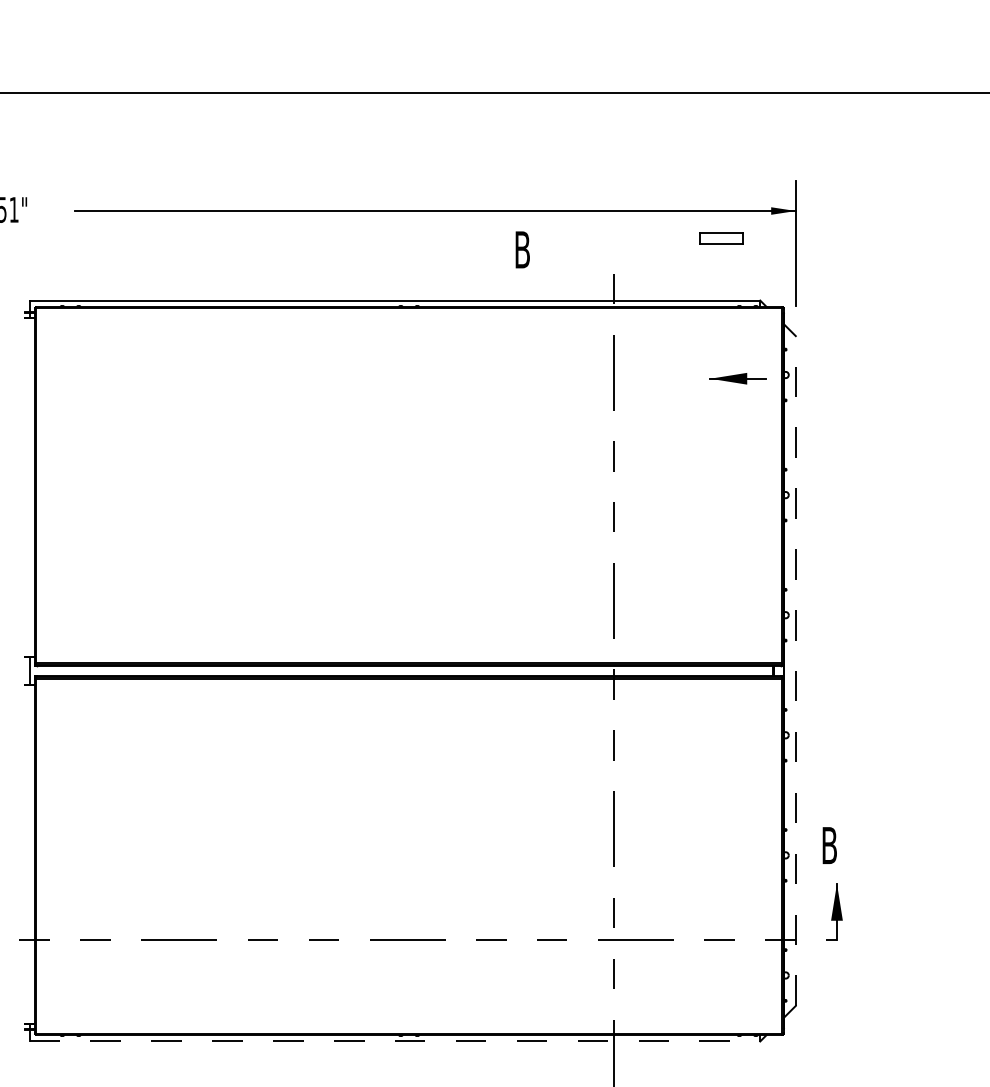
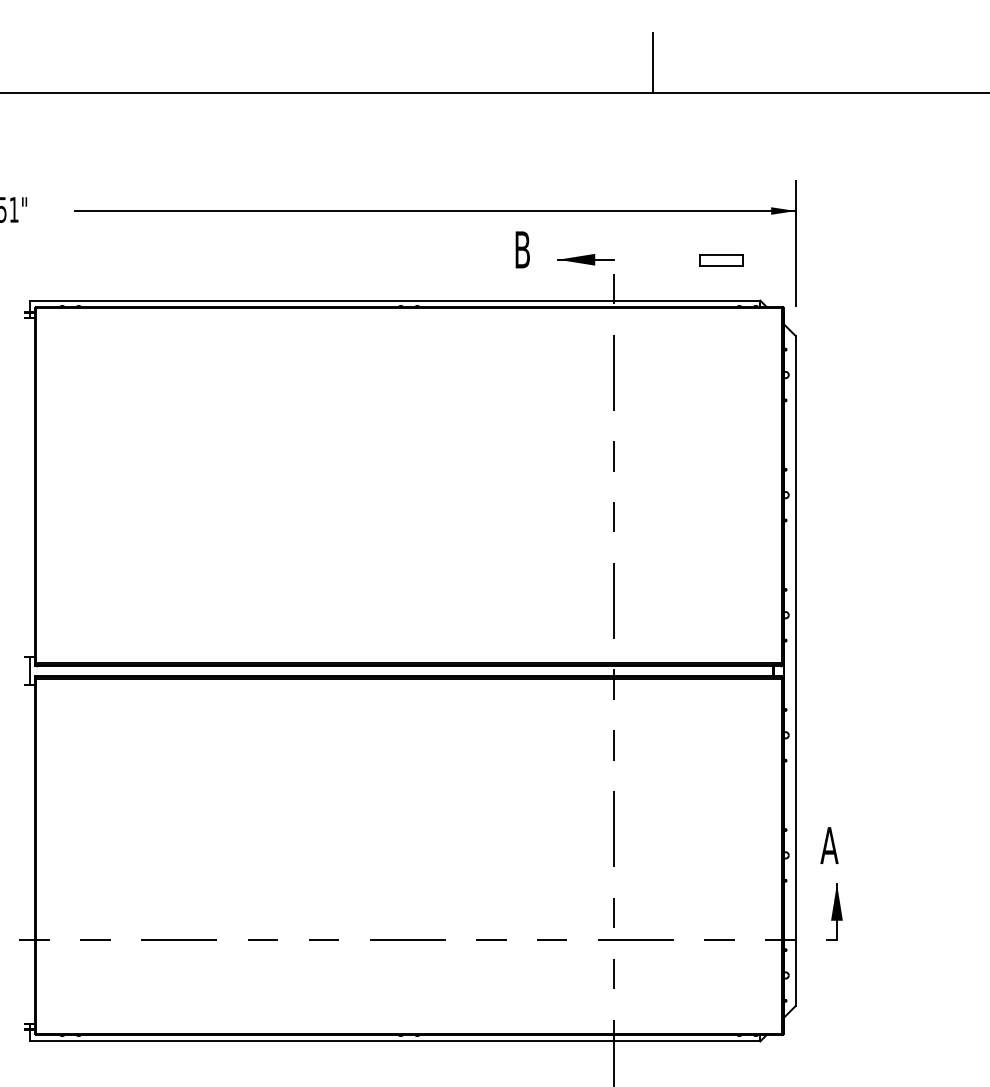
line at (653, 62): none -> present
part at (721, 238) position: (721, 238) -> (721, 260)
part at (737, 378) position: (737, 378) -> (585, 259)
line at (795, 671): dashed -> solid
text at (829, 845): B -> A
line at (395, 1041): dashed -> solid
